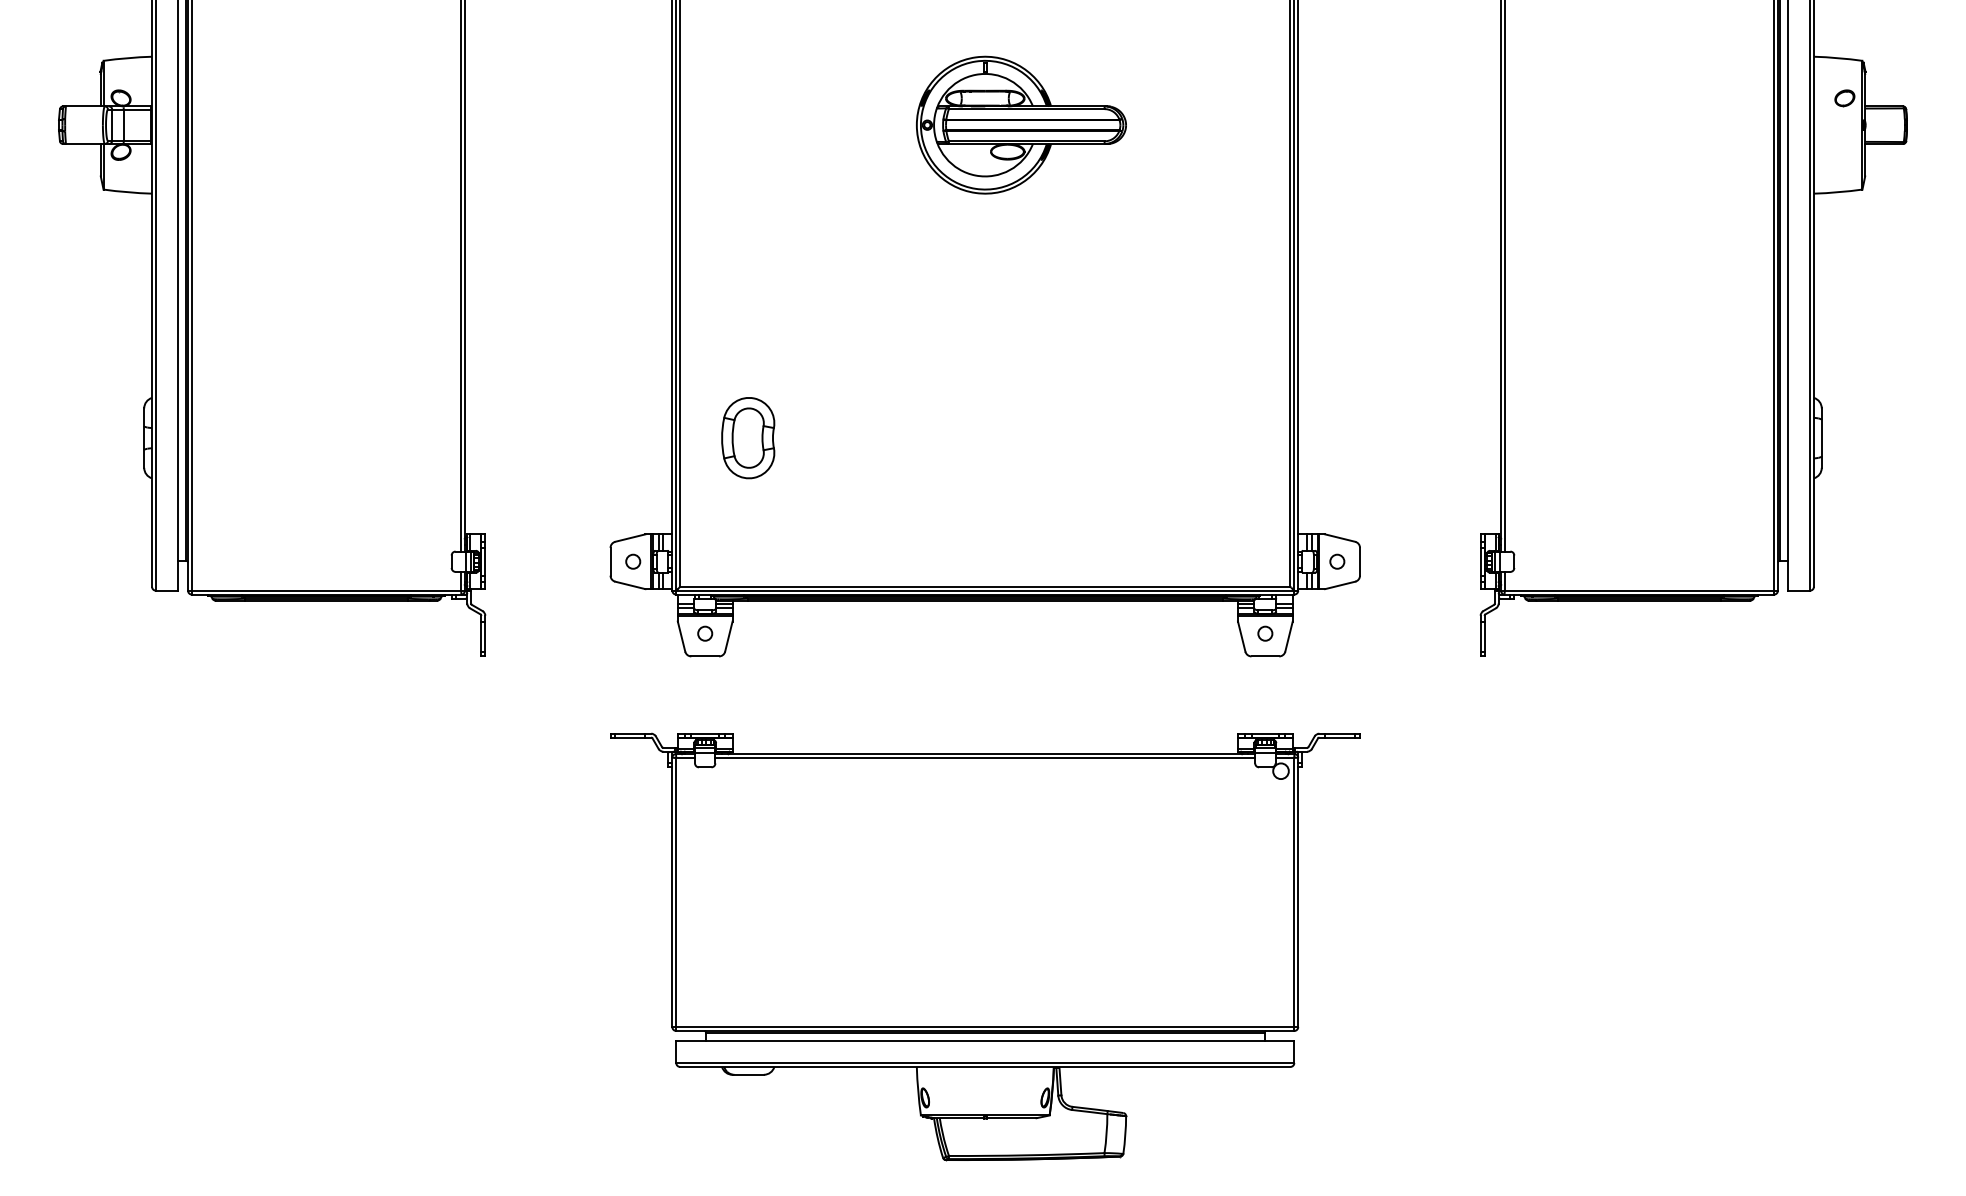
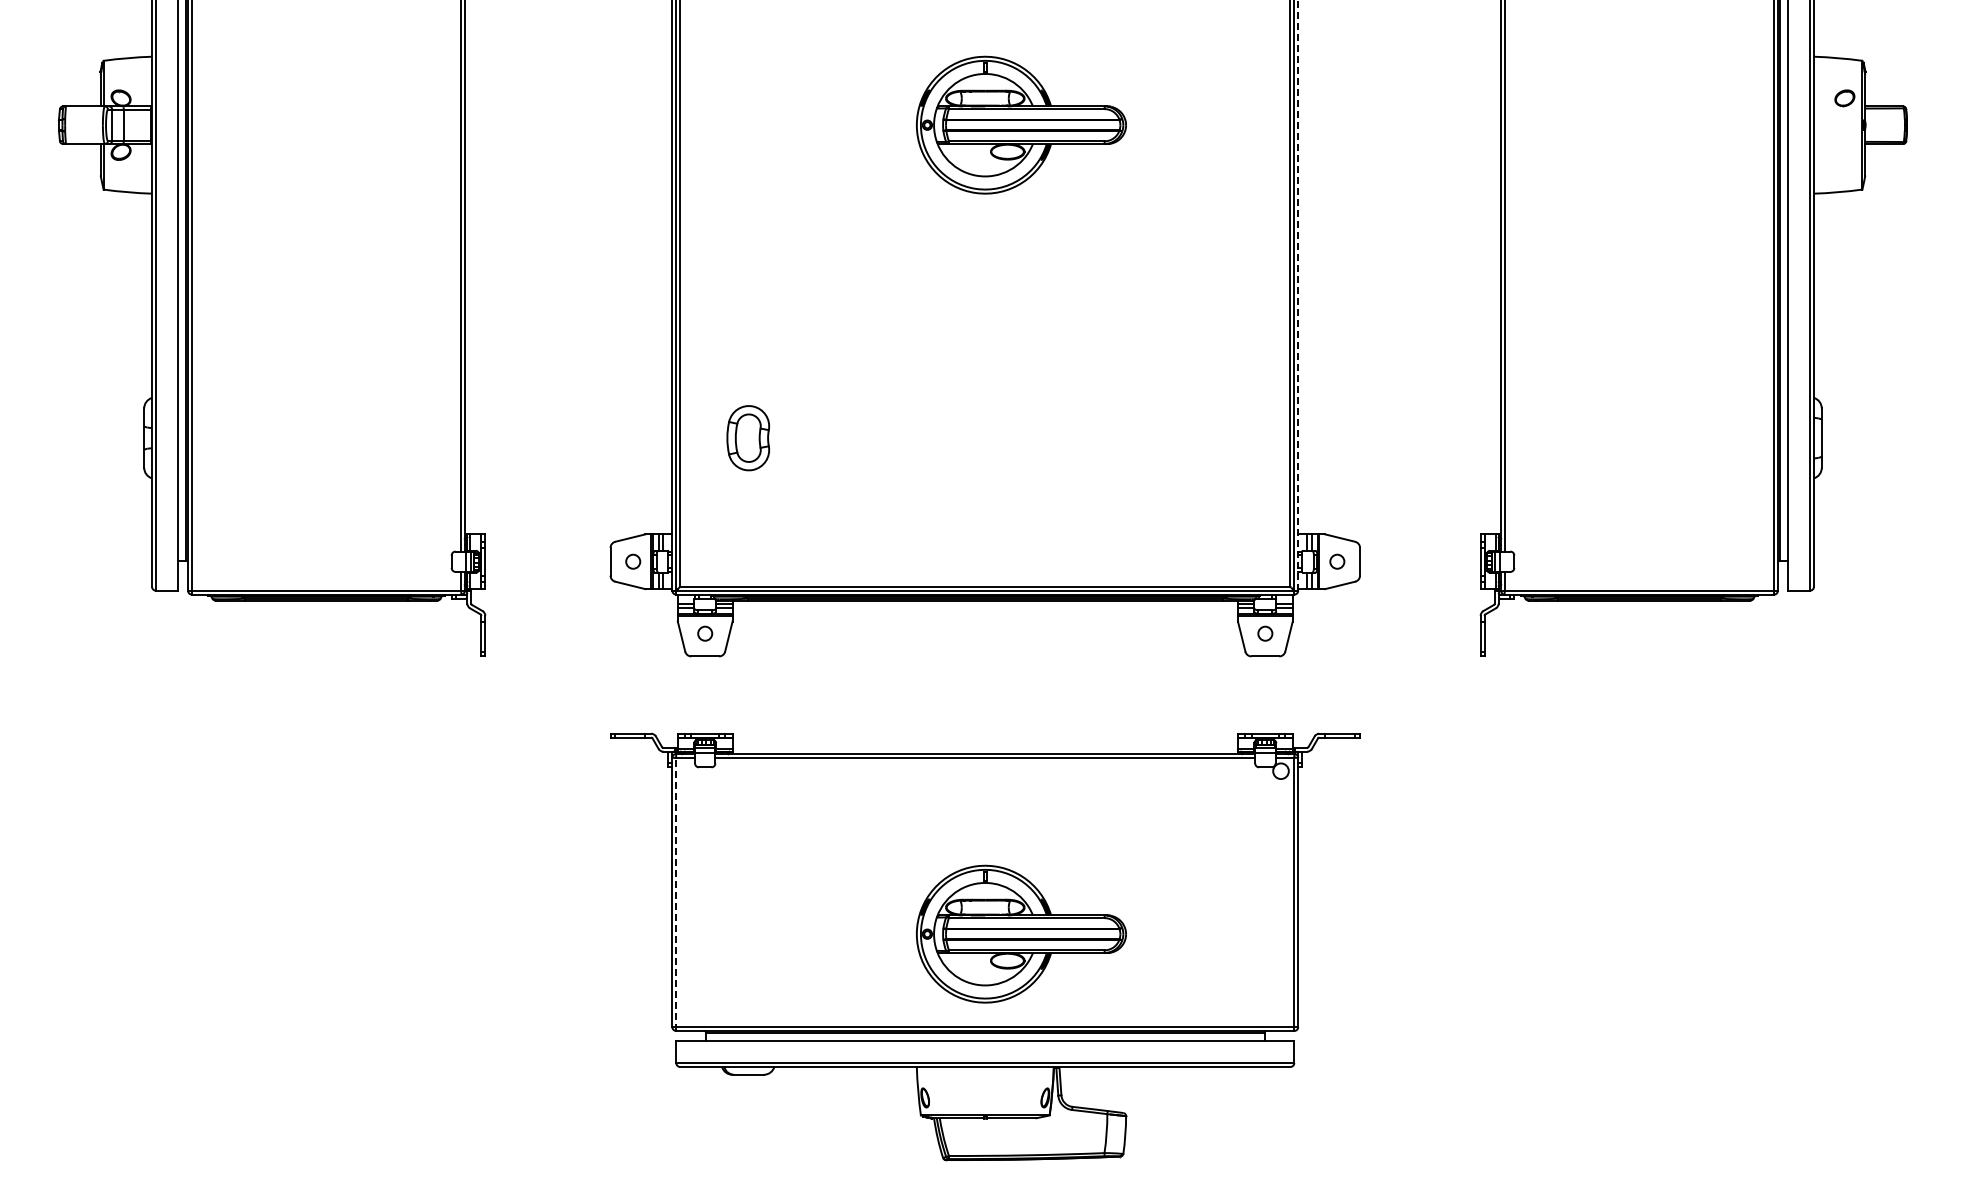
line at (1298, 295): solid -> dashed
part at (748, 438) size: 55x83 px -> 44x67 px
line at (676, 894): solid -> dashed
part at (1021, 933): none -> present
